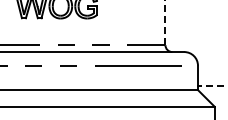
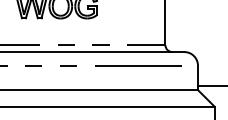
line at (165, 22): dashed -> solid
line at (212, 86): dashed -> solid
